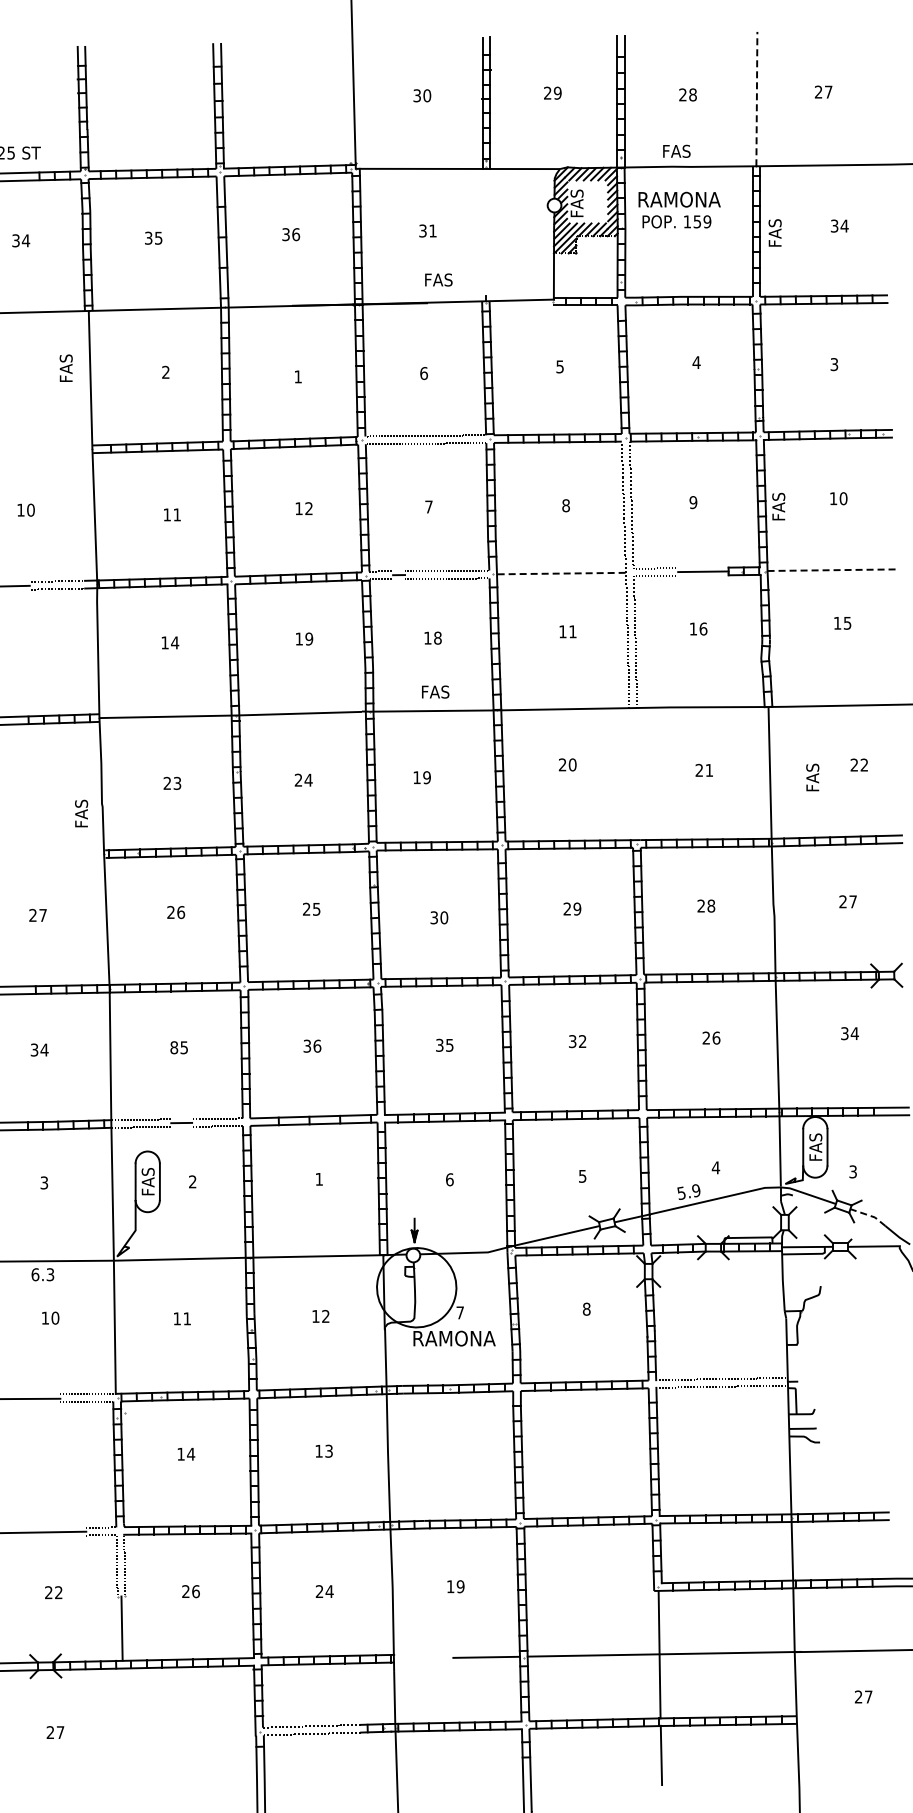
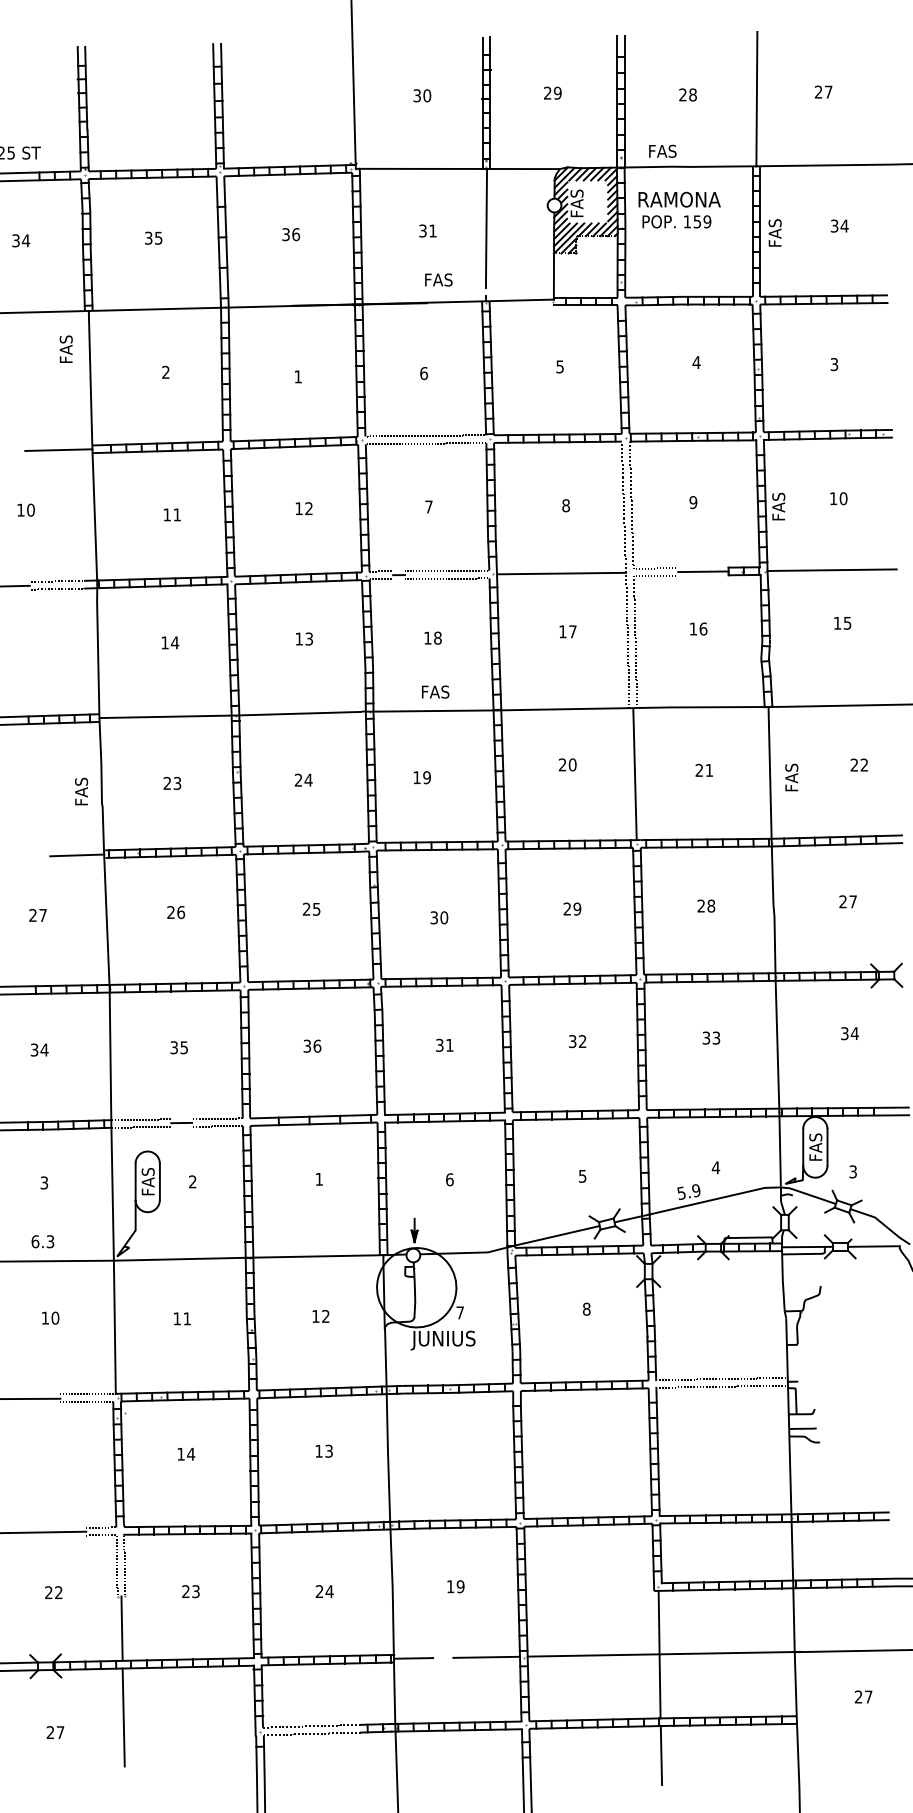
line at (756, 98): dashed -> solid
text at (676, 150) position: (676, 150) -> (662, 150)
line at (486, 228): none -> present
text at (65, 367) position: (65, 367) -> (65, 348)
line at (58, 449): none -> present
line at (832, 570): dashed -> solid
line at (562, 573): dashed -> solid
text at (572, 631): 11 -> 17
text at (309, 638): 19 -> 13
line at (634, 773): none -> present
text at (812, 777) position: (812, 777) -> (791, 777)
text at (81, 813) position: (81, 813) -> (81, 791)
line at (76, 855): none -> present
text at (711, 1037): 26 -> 33
text at (449, 1045): 35 -> 31
text at (174, 1047): 85 -> 35
line at (869, 1215): dashed -> solid
text at (42, 1274) position: (42, 1274) -> (42, 1241)
text at (452, 1340): RAMONA -> JUNIUS
text at (195, 1591): 26 -> 23
line at (413, 1658): none -> present
line at (123, 1717): none -> present
